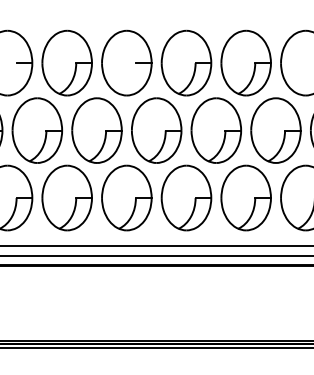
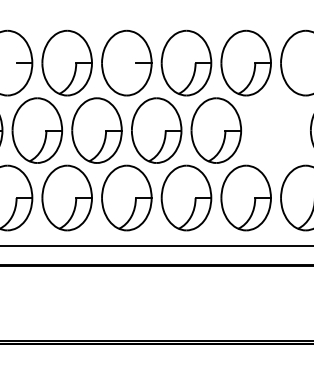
part at (275, 130): present -> none
line at (156, 256): present -> none
line at (156, 347): present -> none
